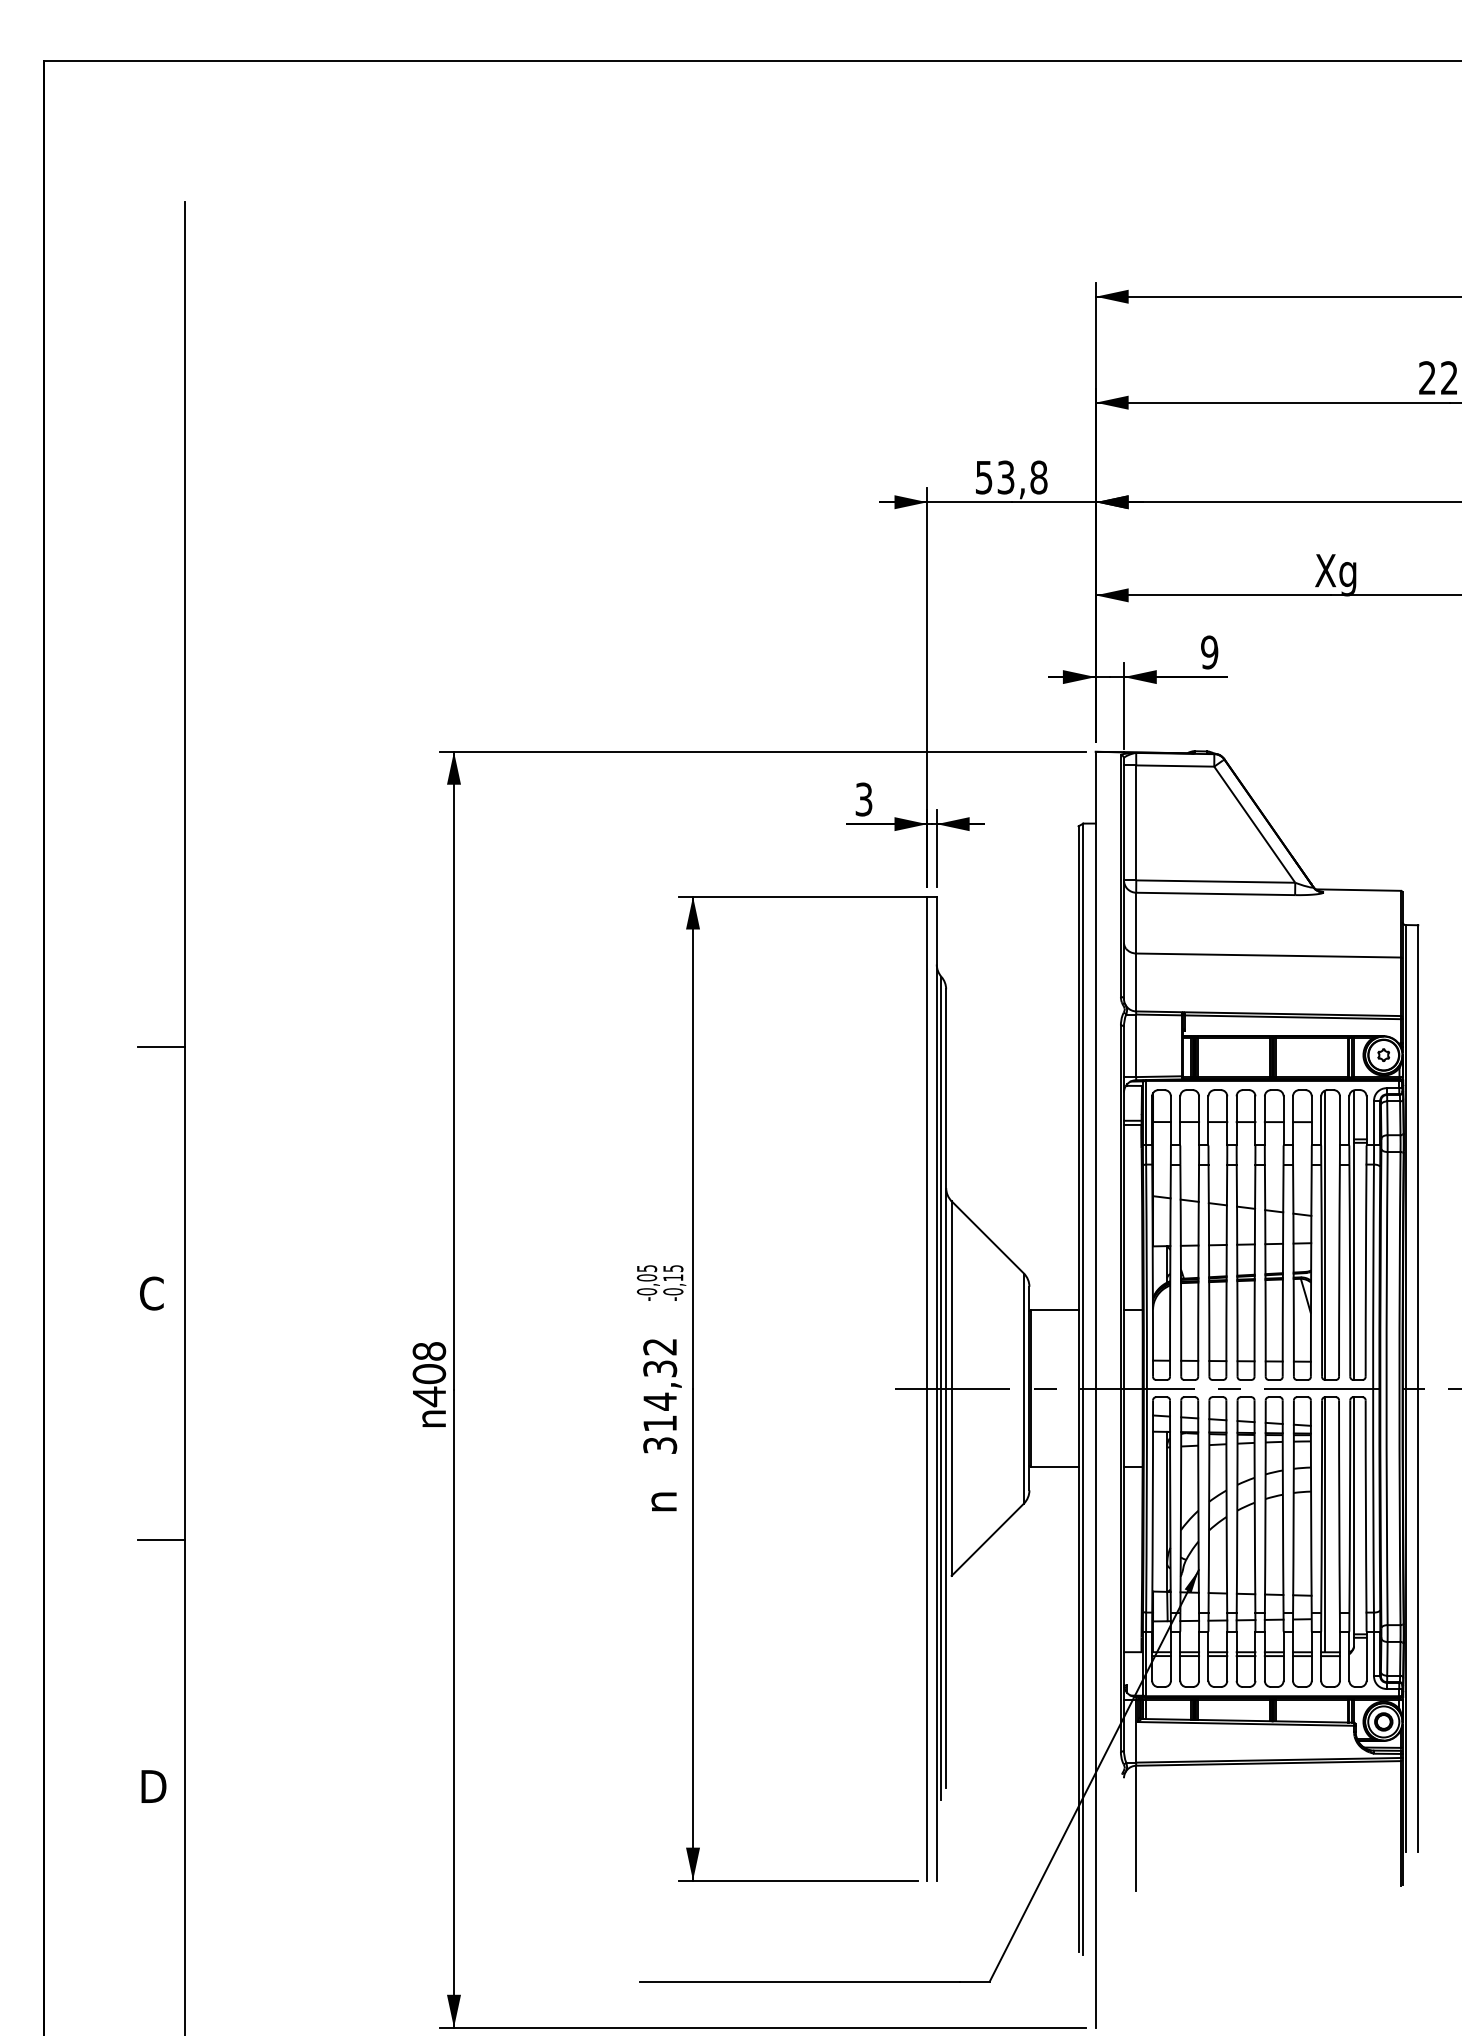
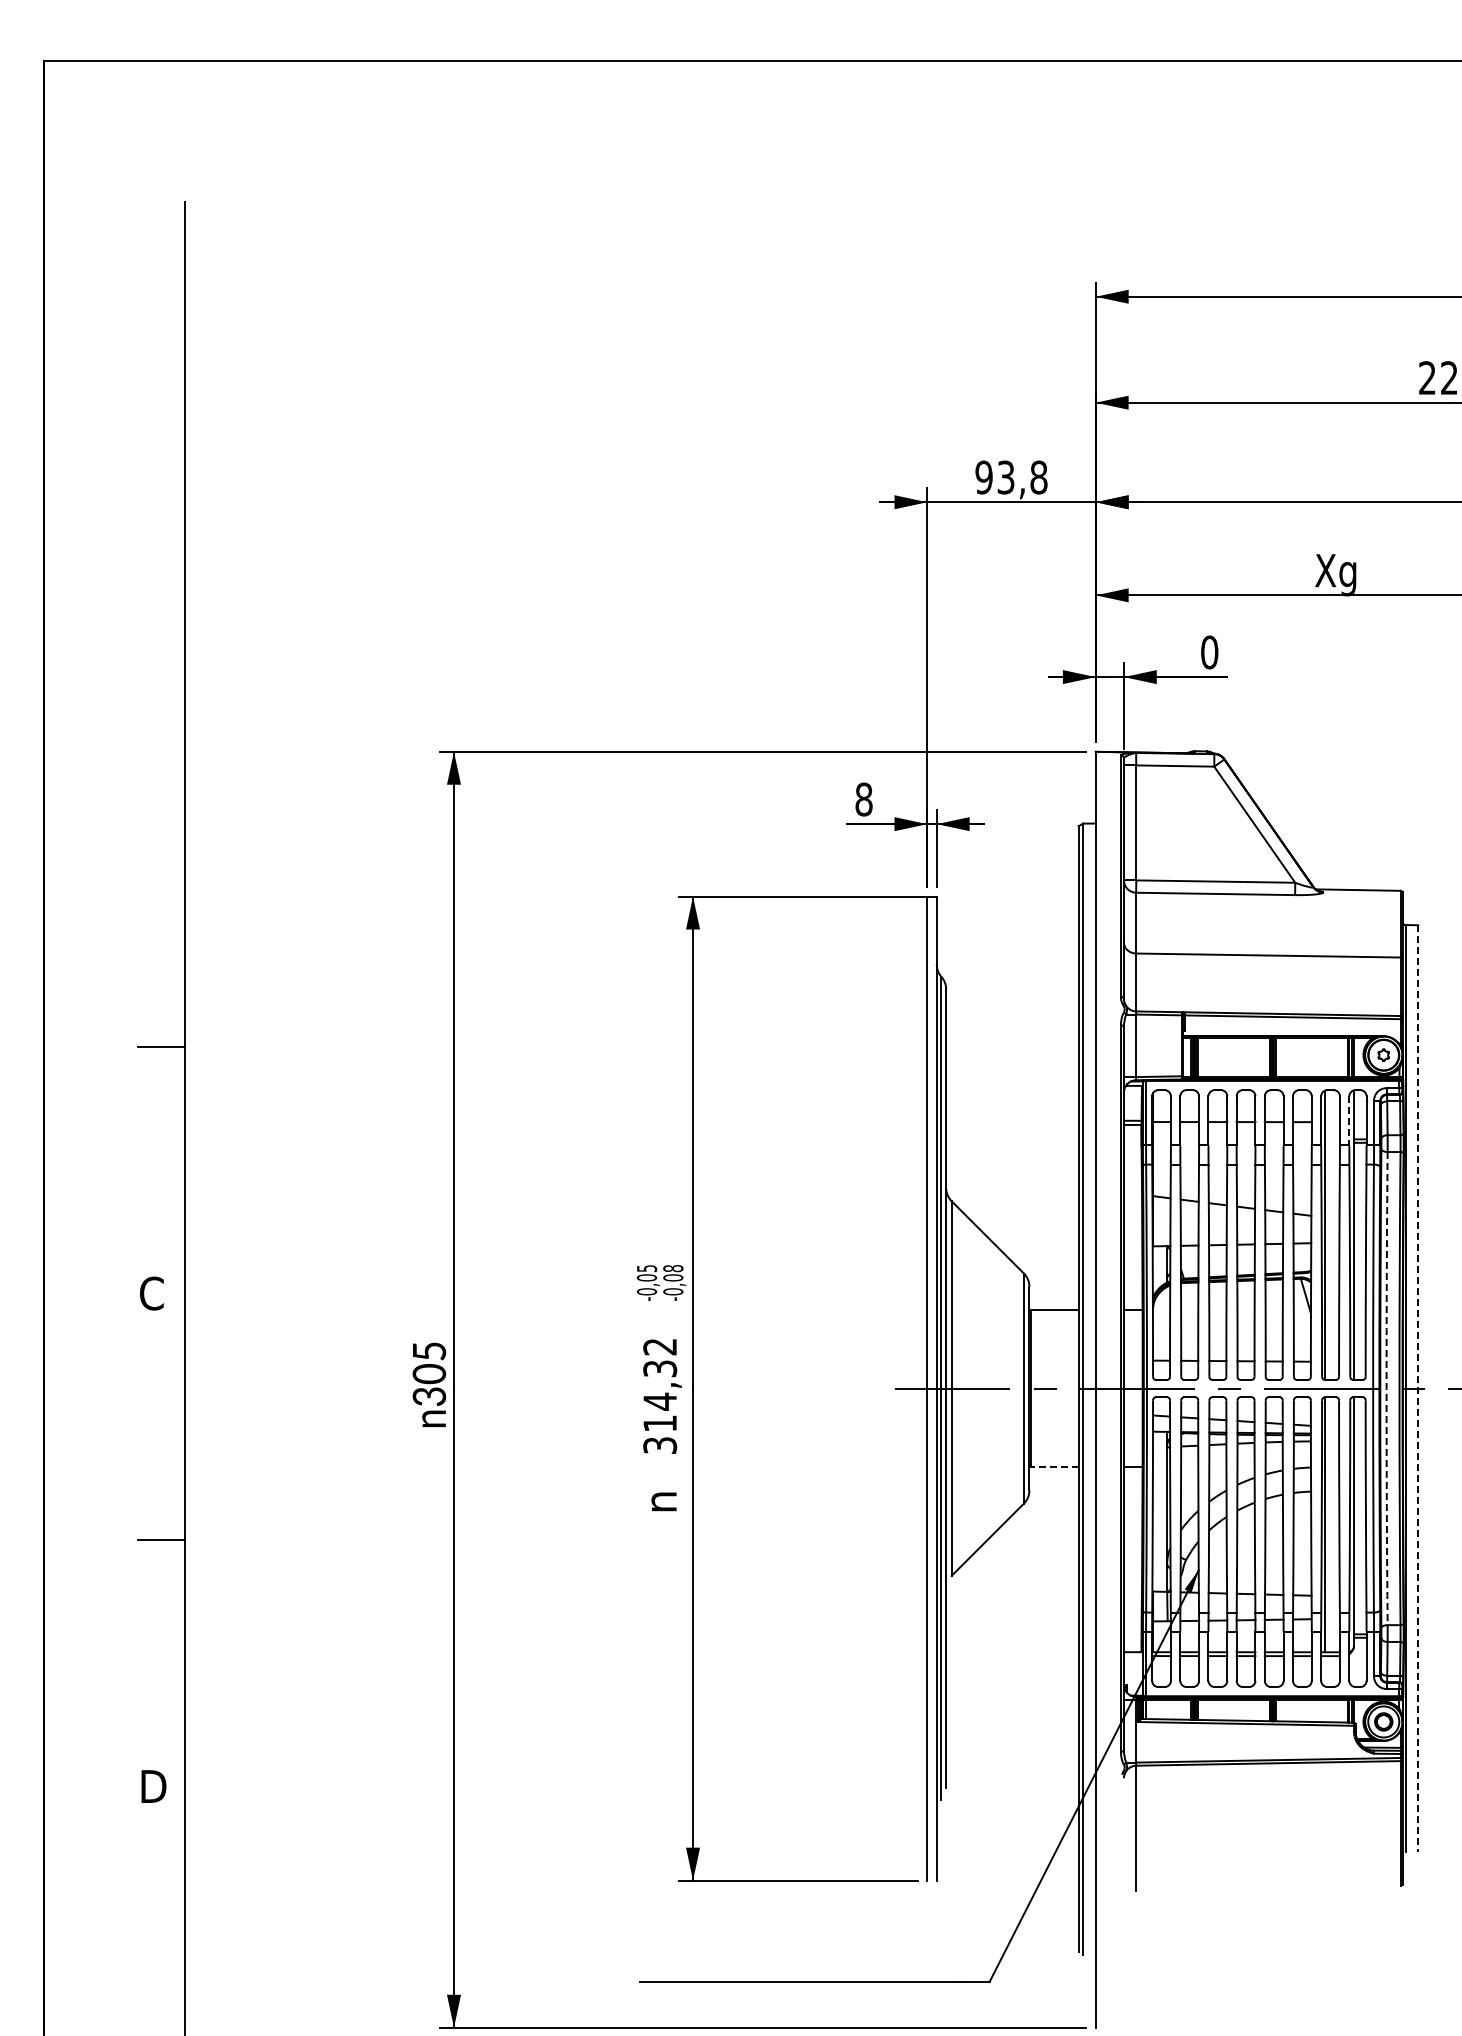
text at (983, 477): 53,8 -> 93,8
text at (1209, 652): 9 -> 0
text at (863, 799): 3 -> 8
line at (1349, 1120): solid -> dashed
text at (673, 1273): -0,15 -> -0,08
text at (429, 1374): 408 -> 305
arc at (1386, 1388): solid -> dashed
line at (1418, 1389): solid -> dashed
line at (1054, 1466): solid -> dashed
